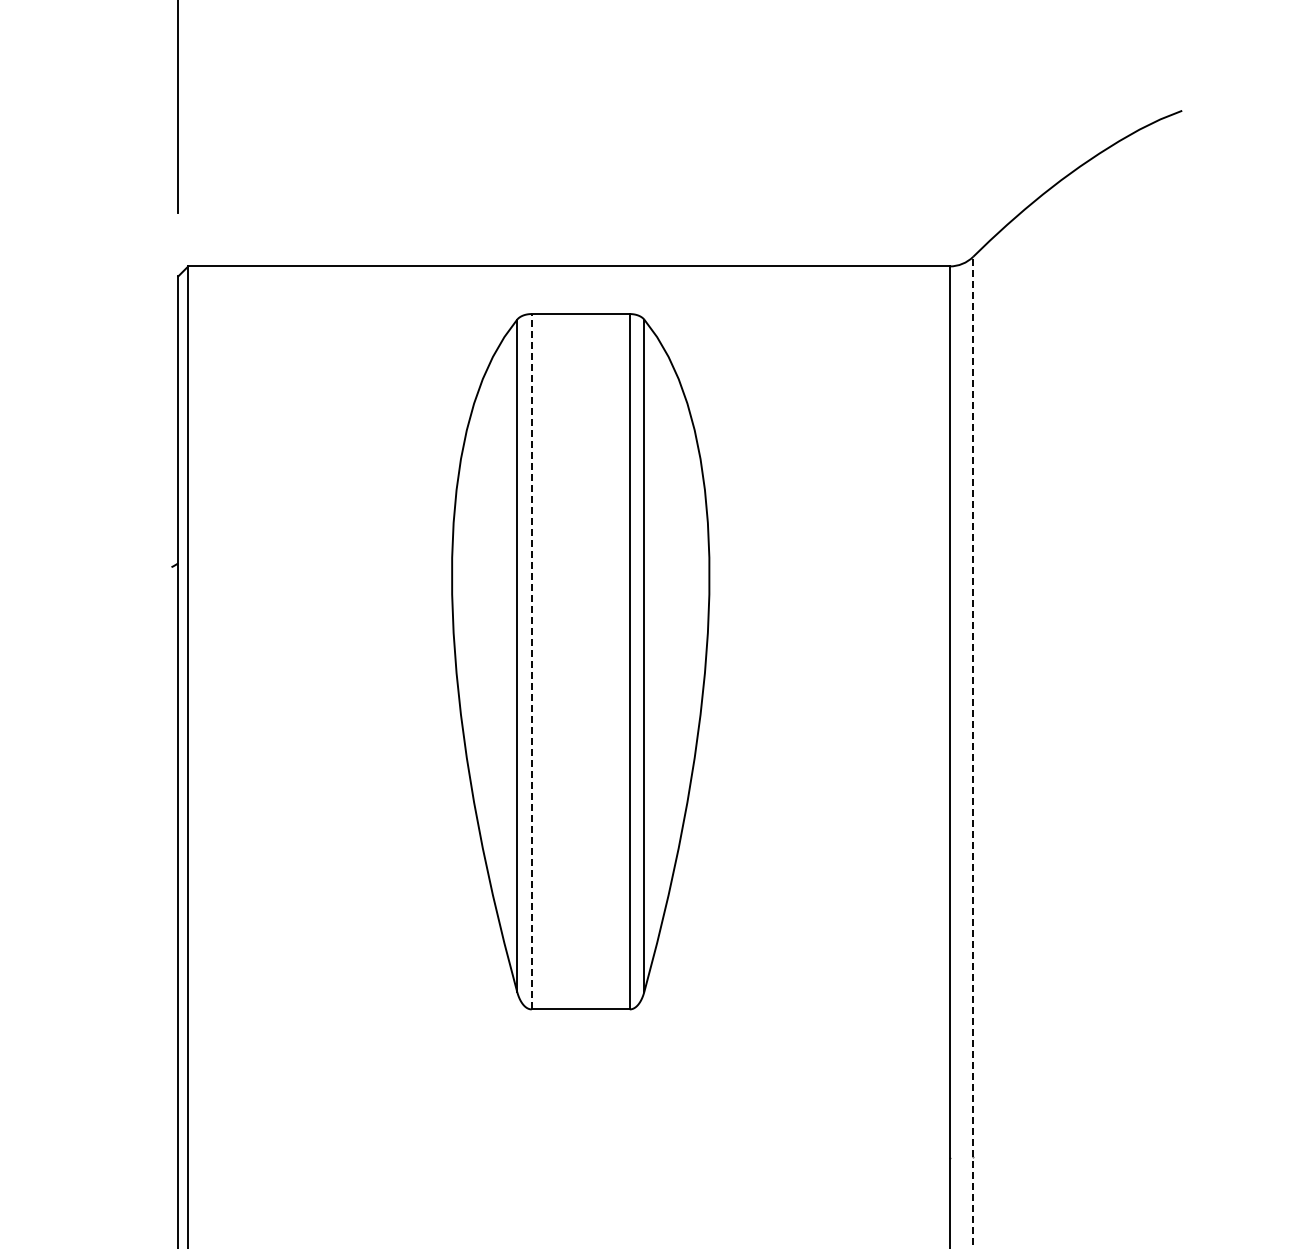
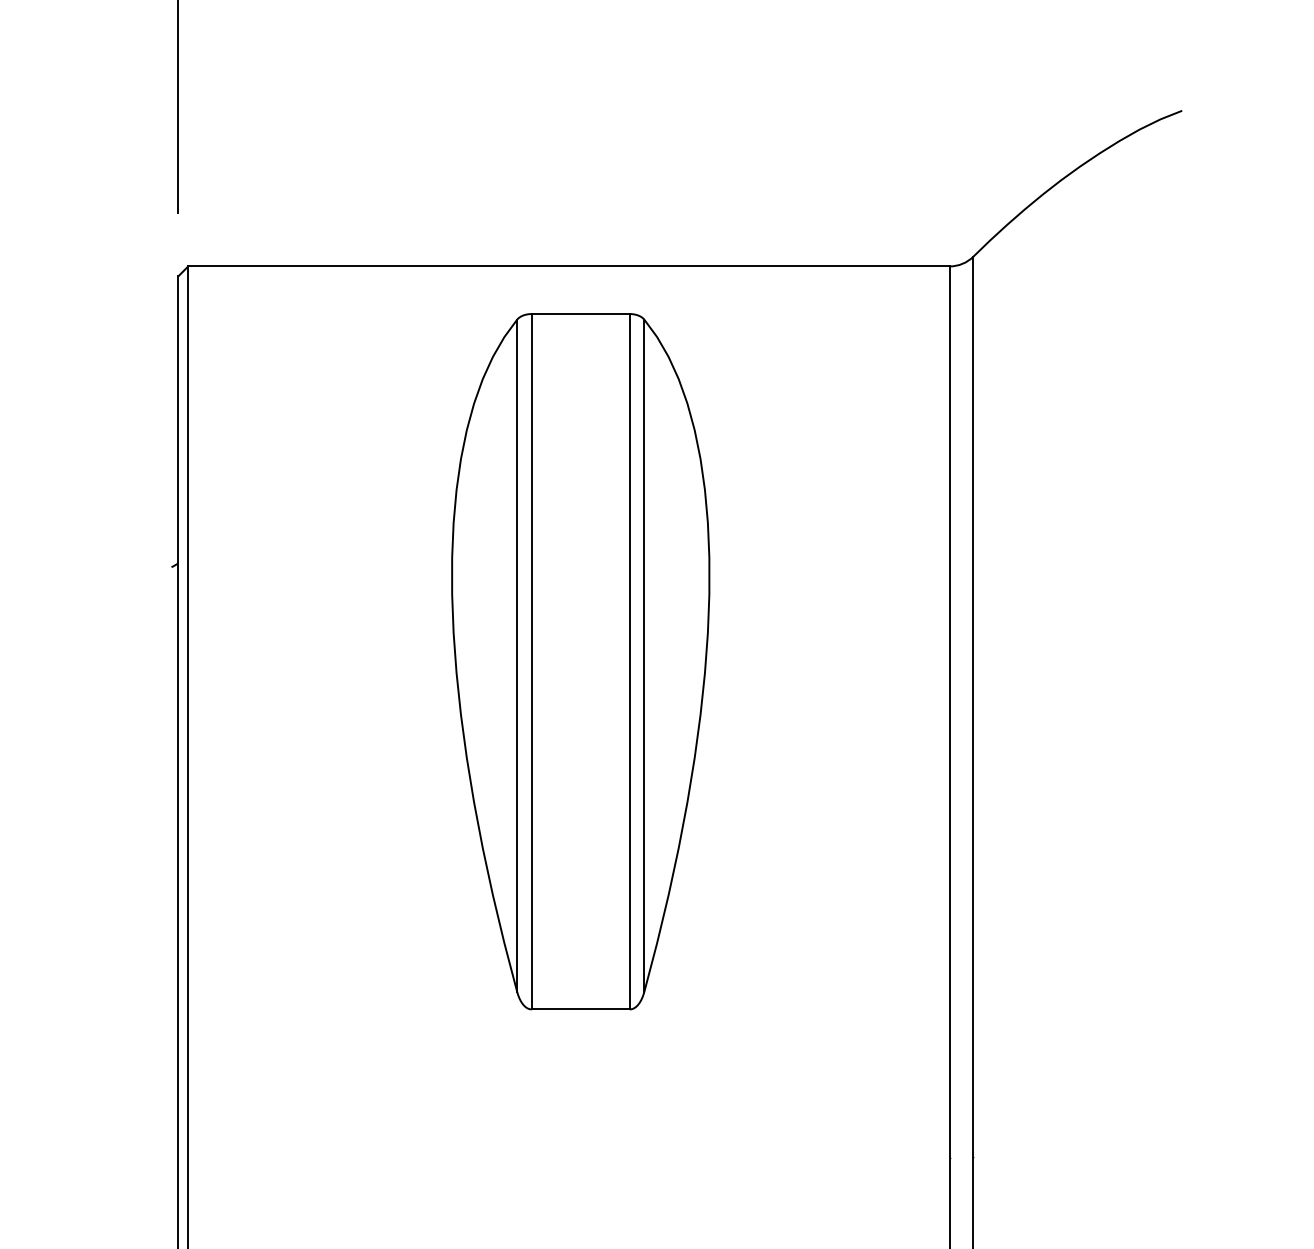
line at (531, 661): dashed -> solid
line at (973, 752): dashed -> solid
